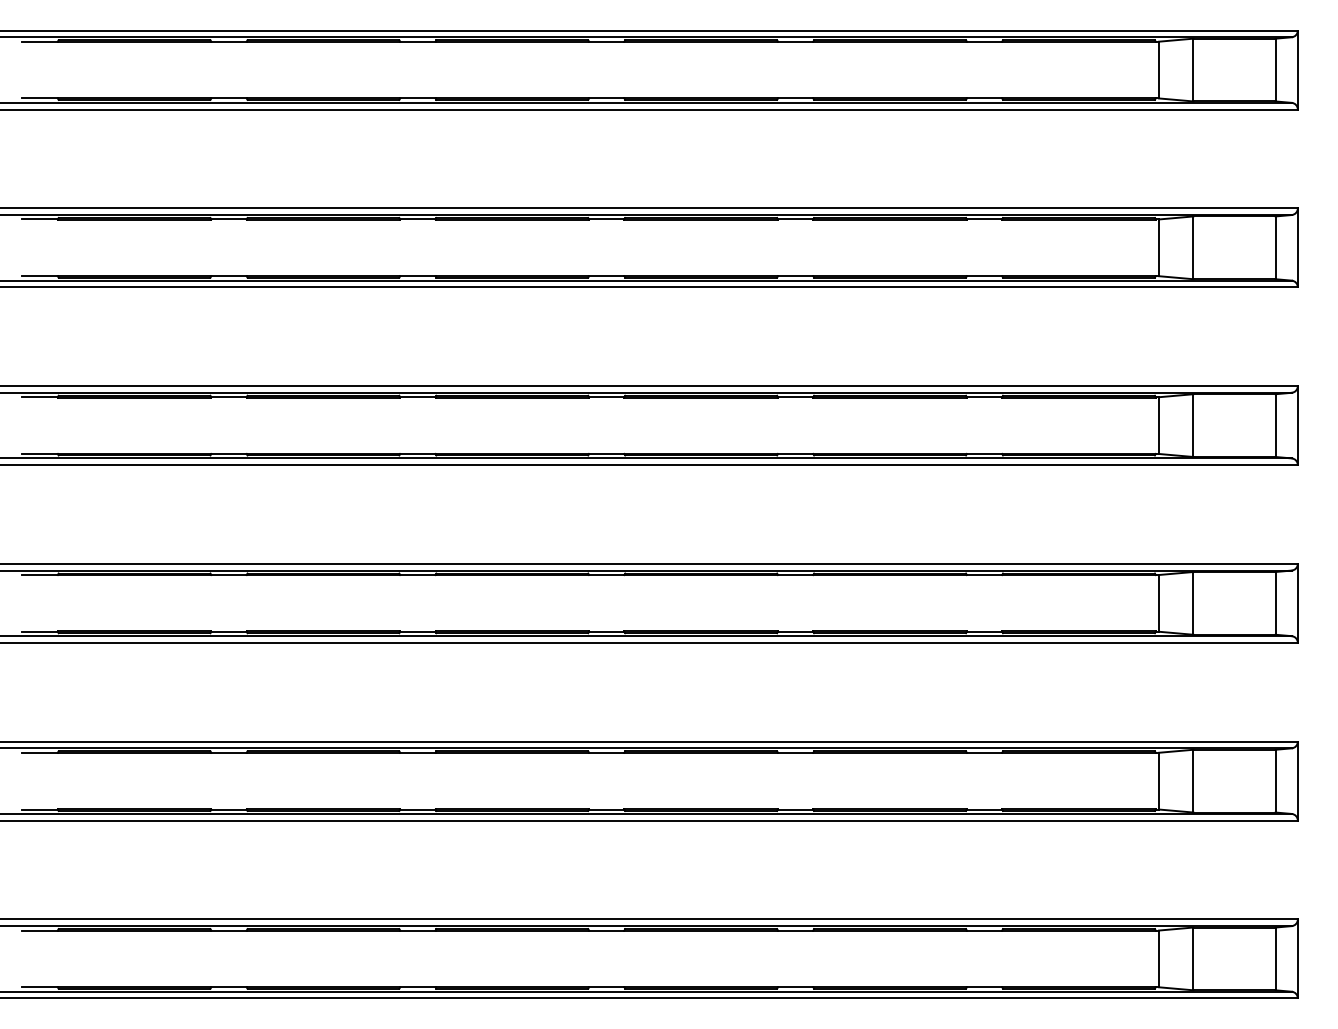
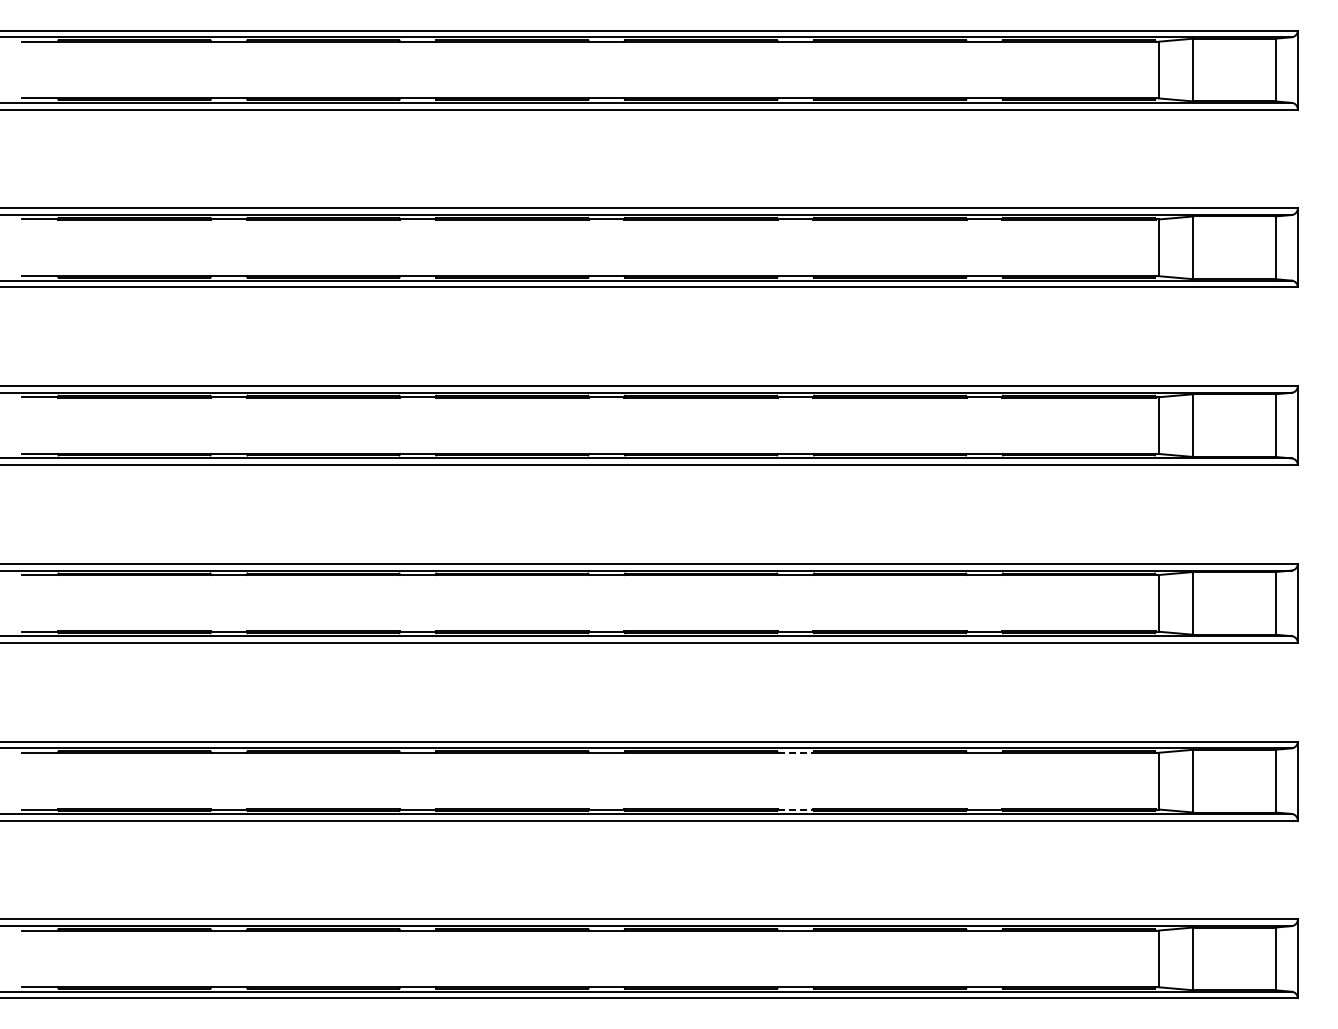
line at (795, 752): solid -> dashed
line at (795, 809): solid -> dashed
